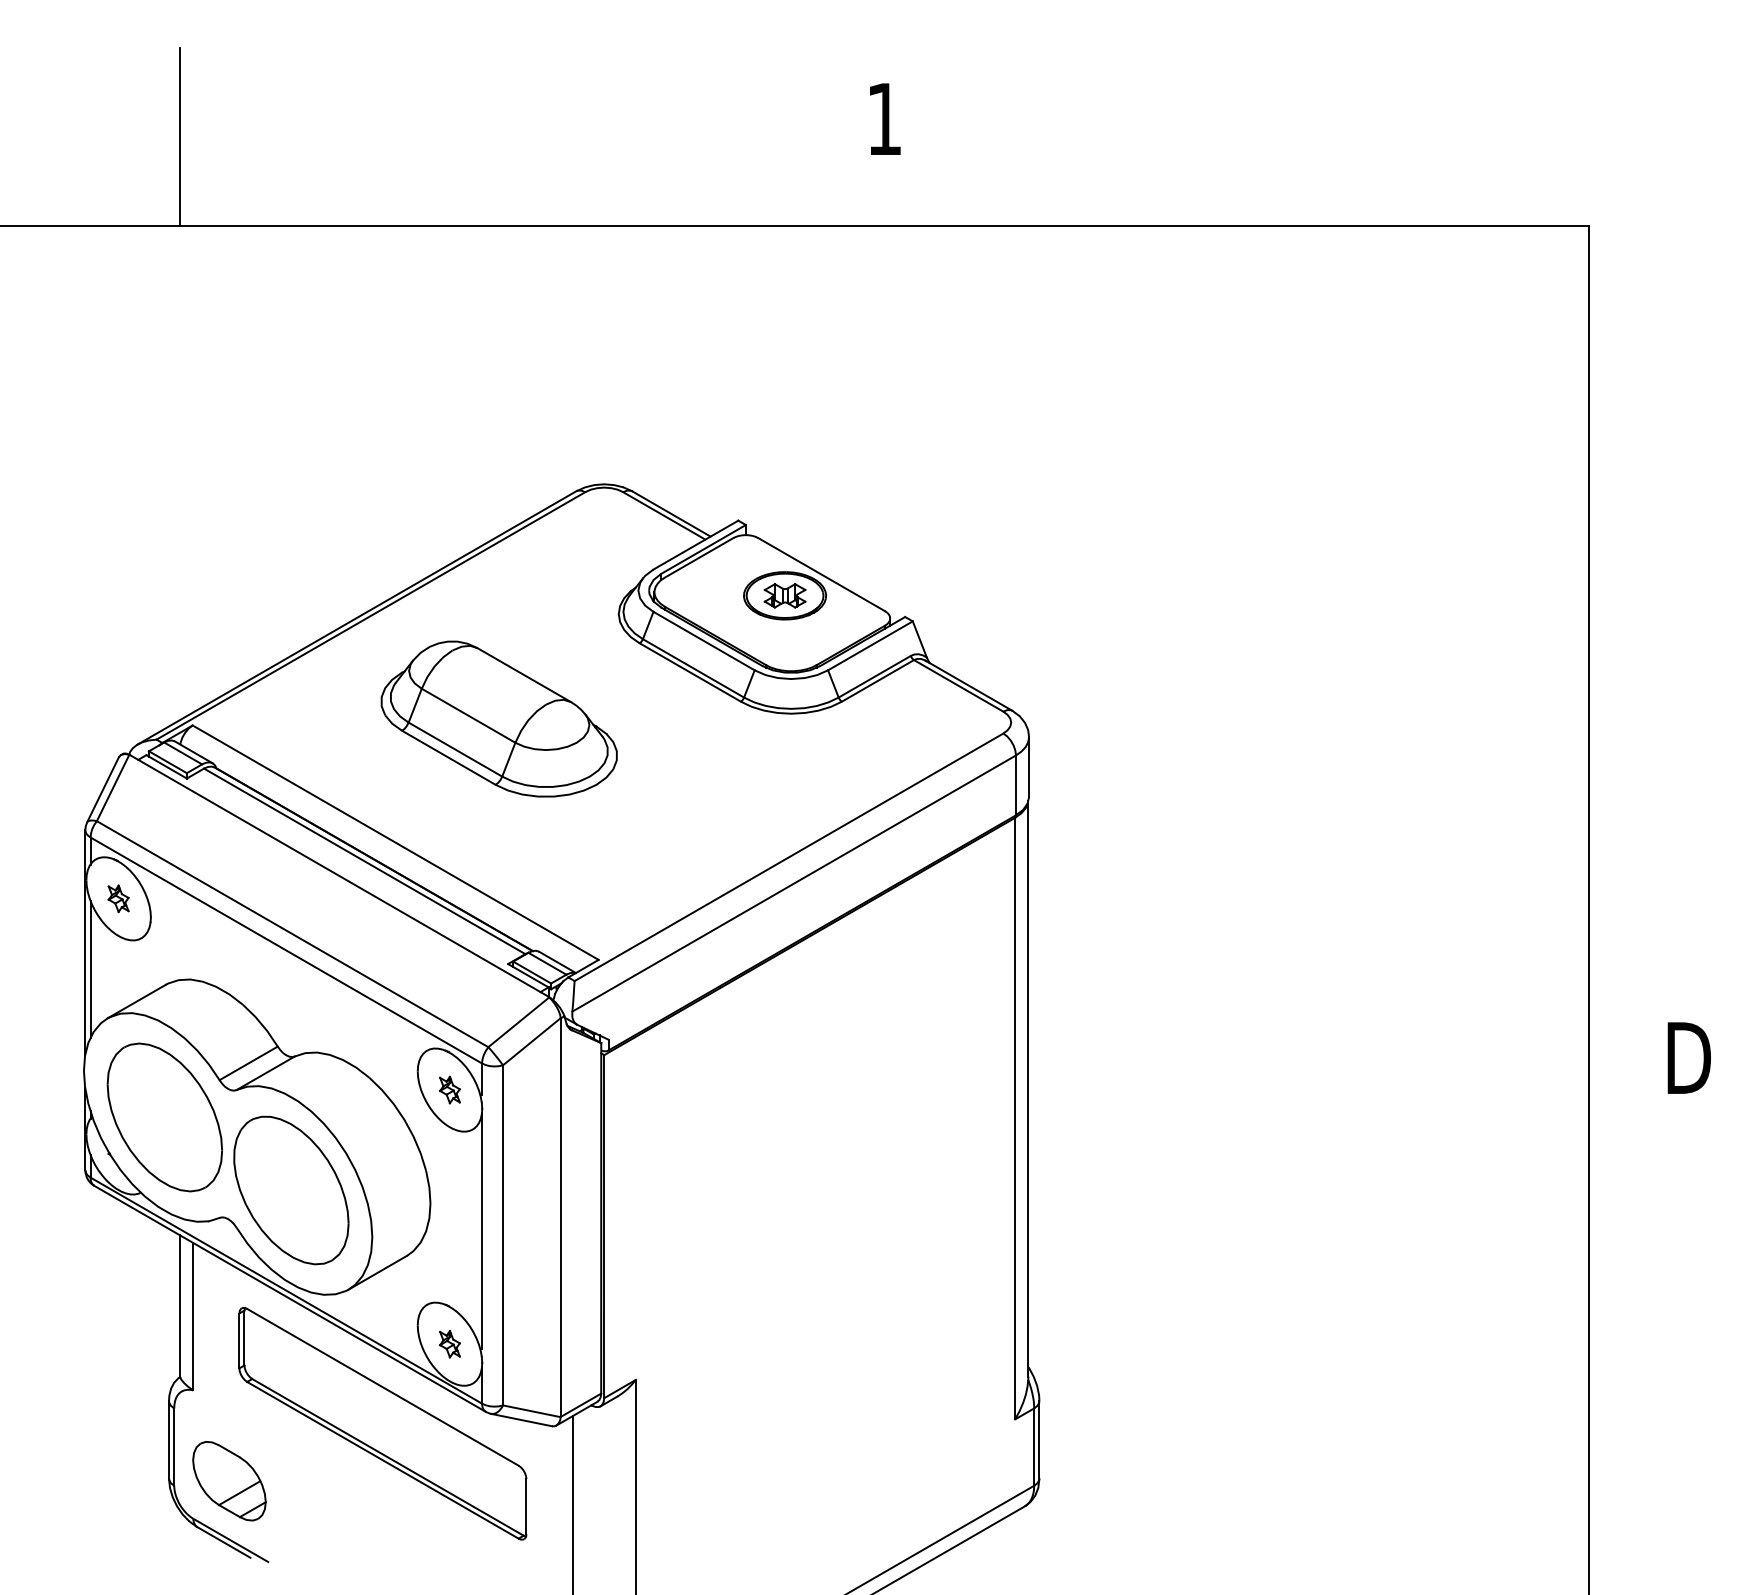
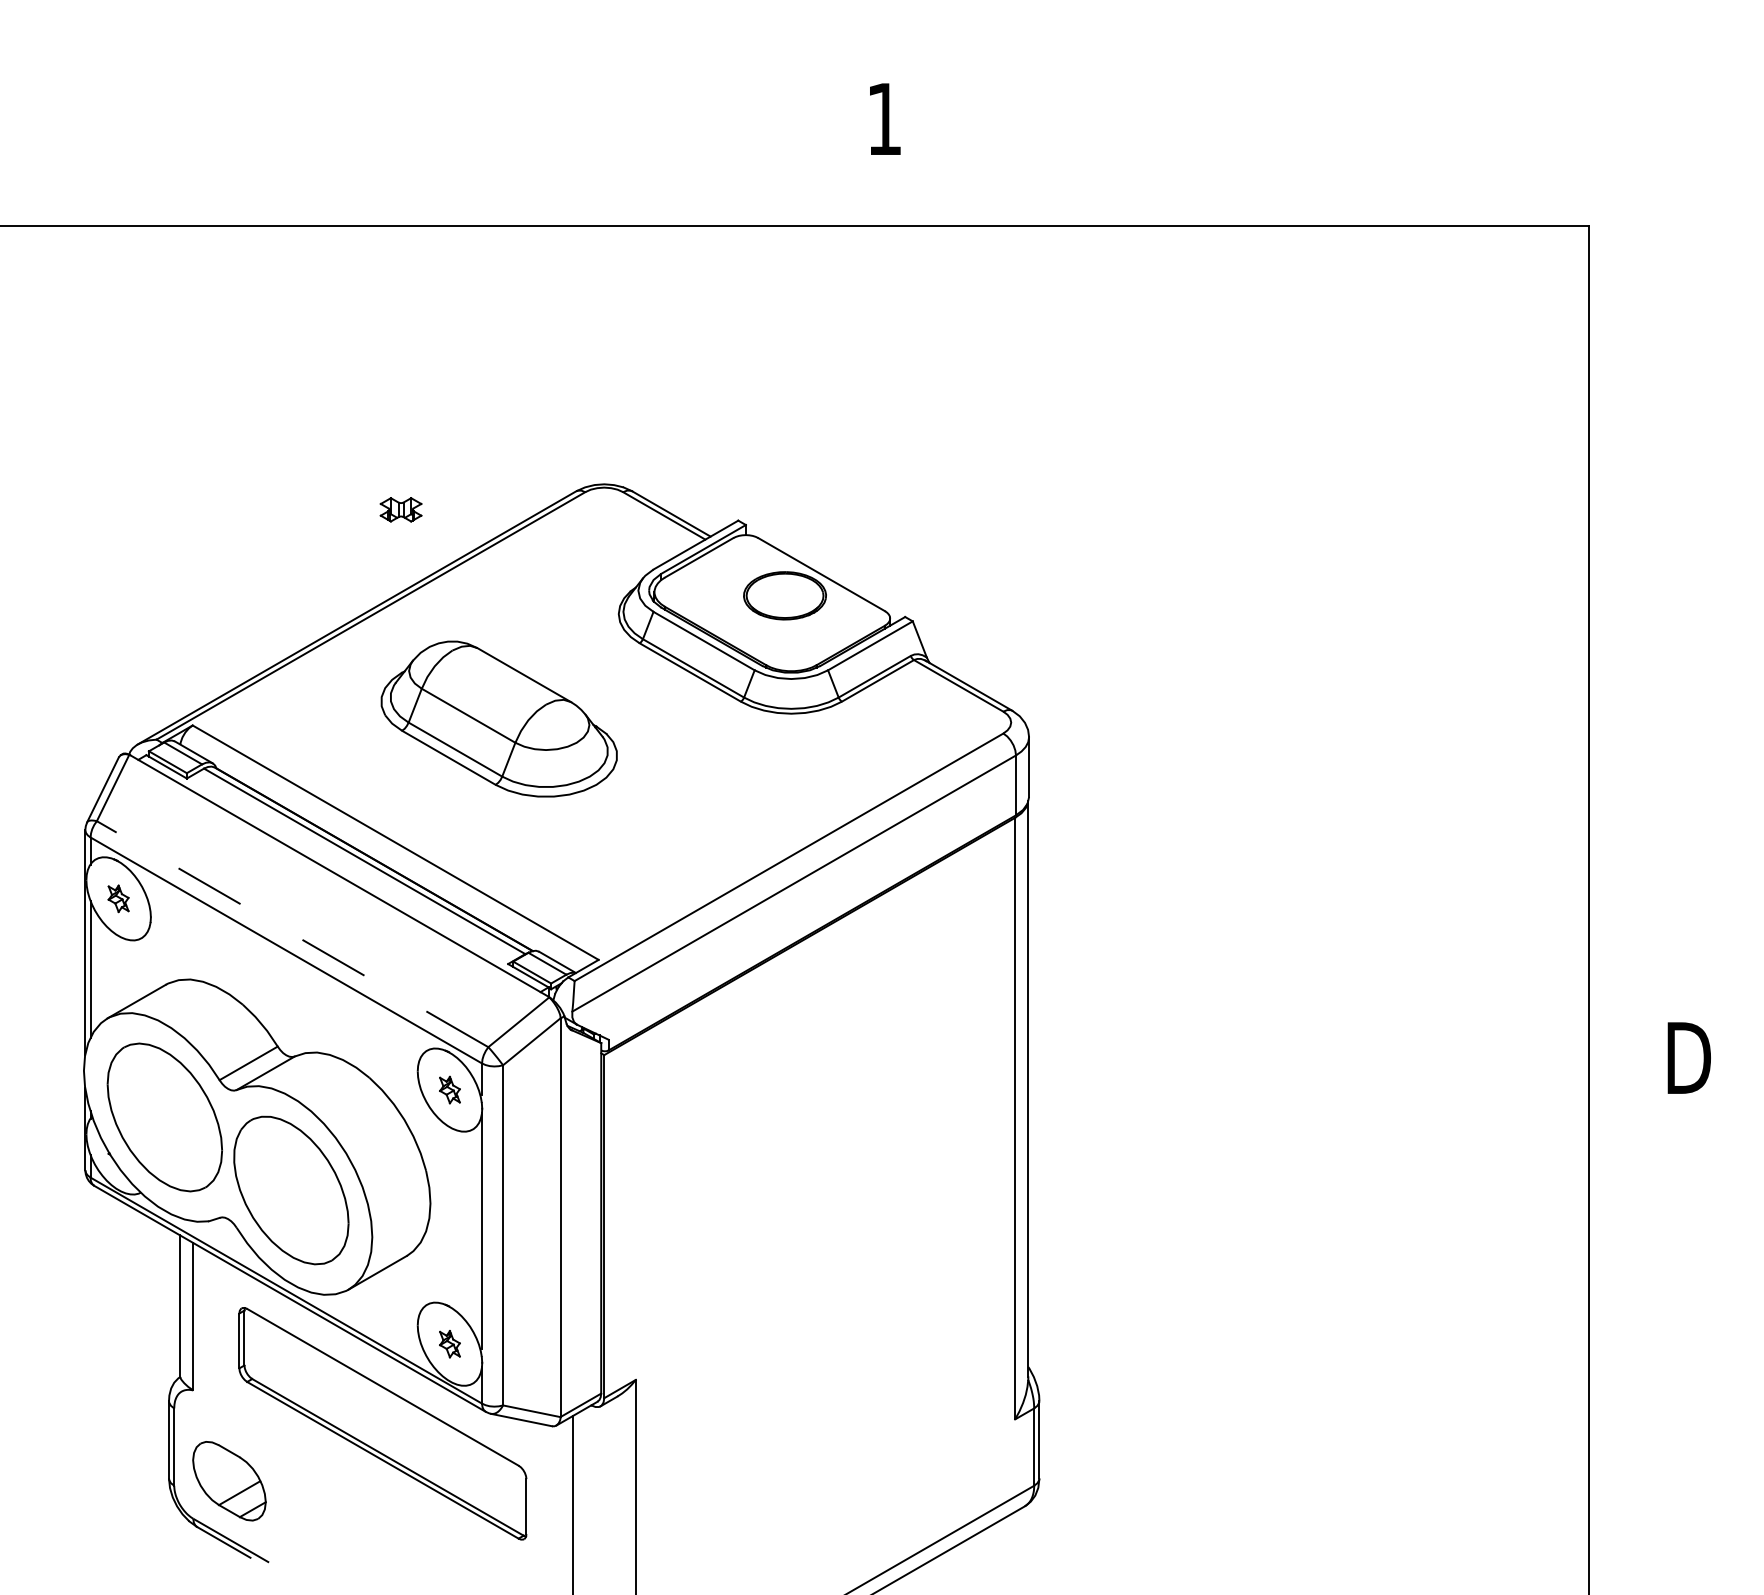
line at (180, 136): present -> none
part at (784, 595) position: (784, 595) -> (400, 509)
line at (292, 933): solid -> dashed
